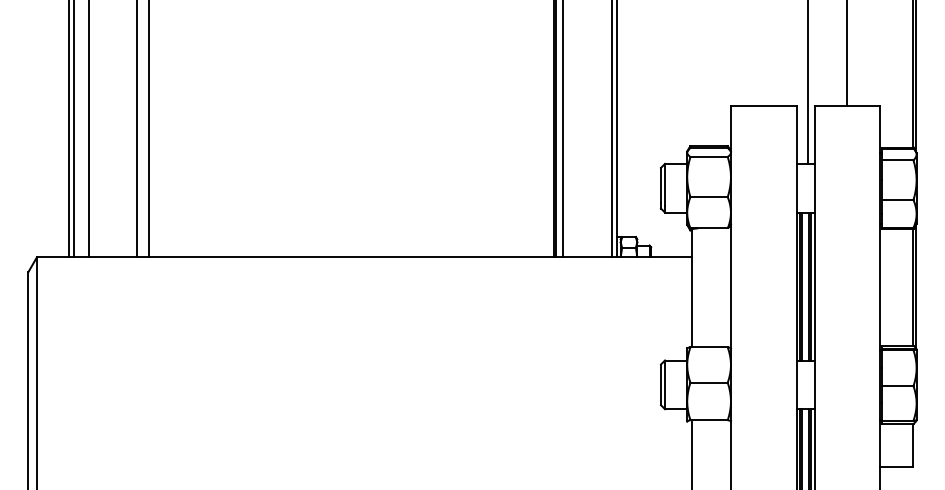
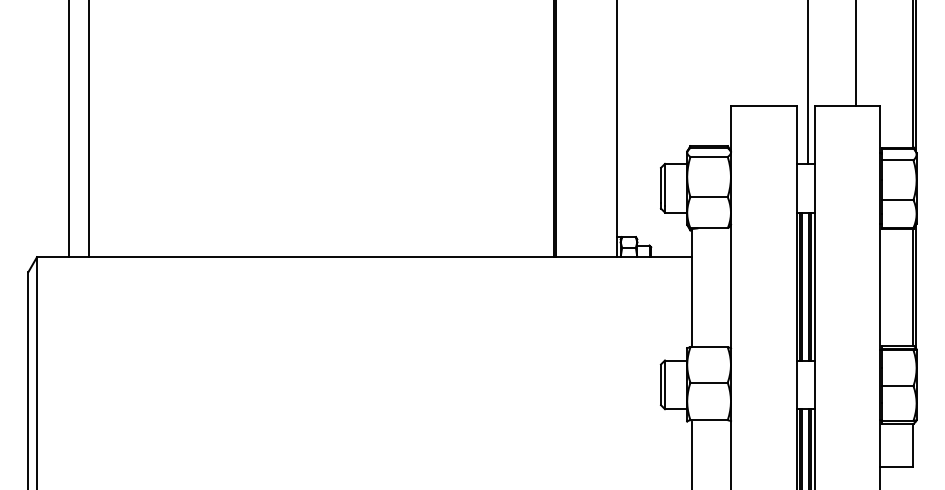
line at (847, 54) position: (847, 54) -> (856, 54)
line at (73, 129): present -> none
line at (137, 129): present -> none
line at (149, 129): present -> none
line at (563, 129): present -> none
line at (611, 129): present -> none
